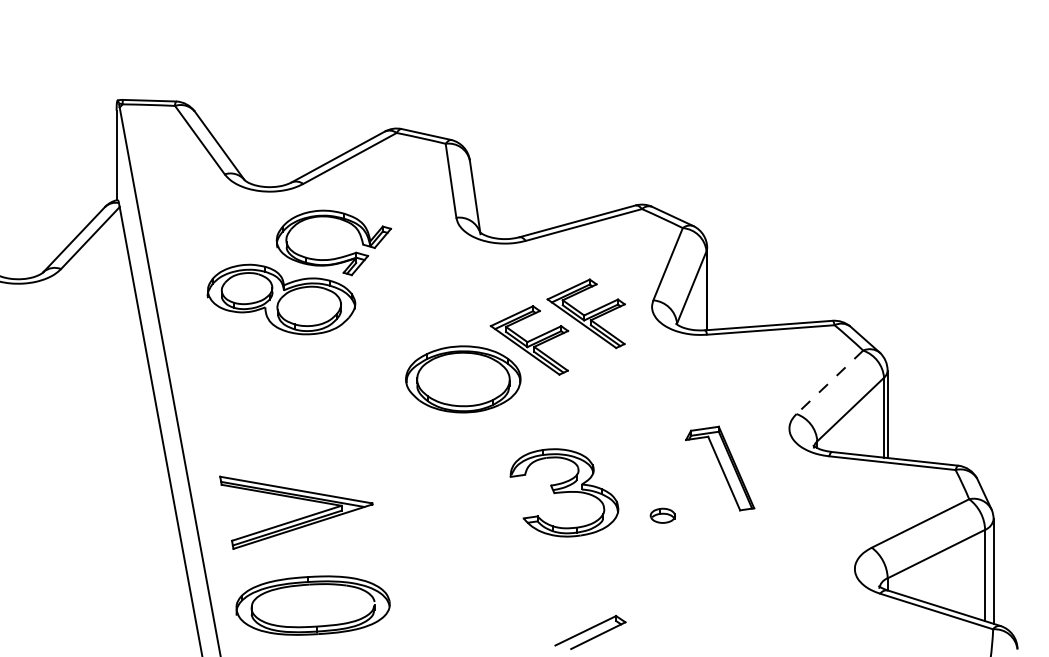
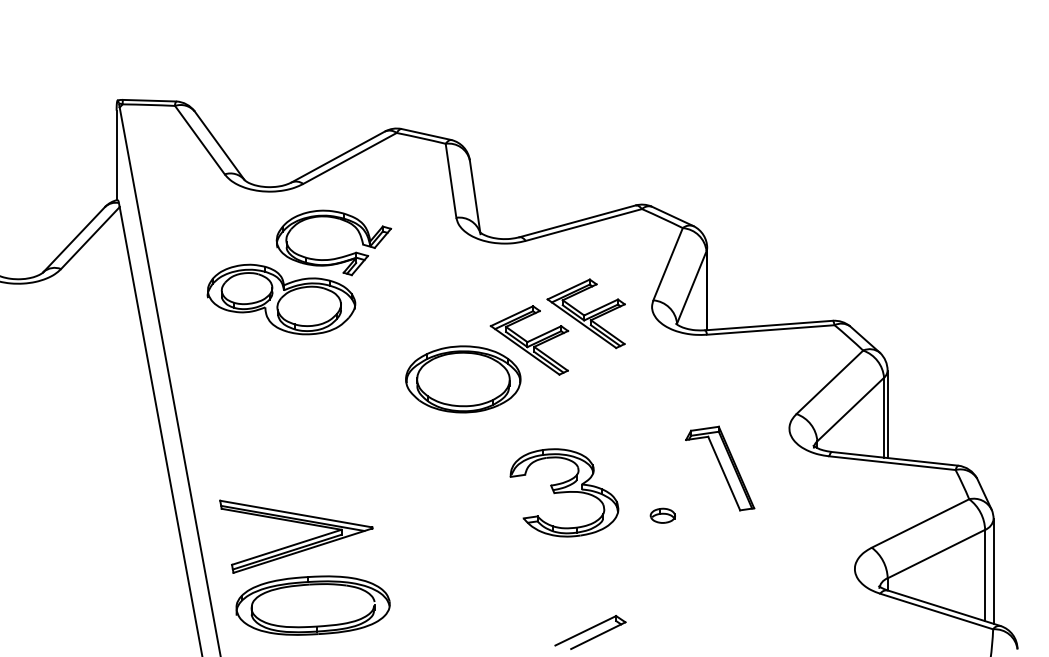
line at (829, 382): dashed -> solid
part at (297, 518) position: (297, 518) -> (297, 542)
